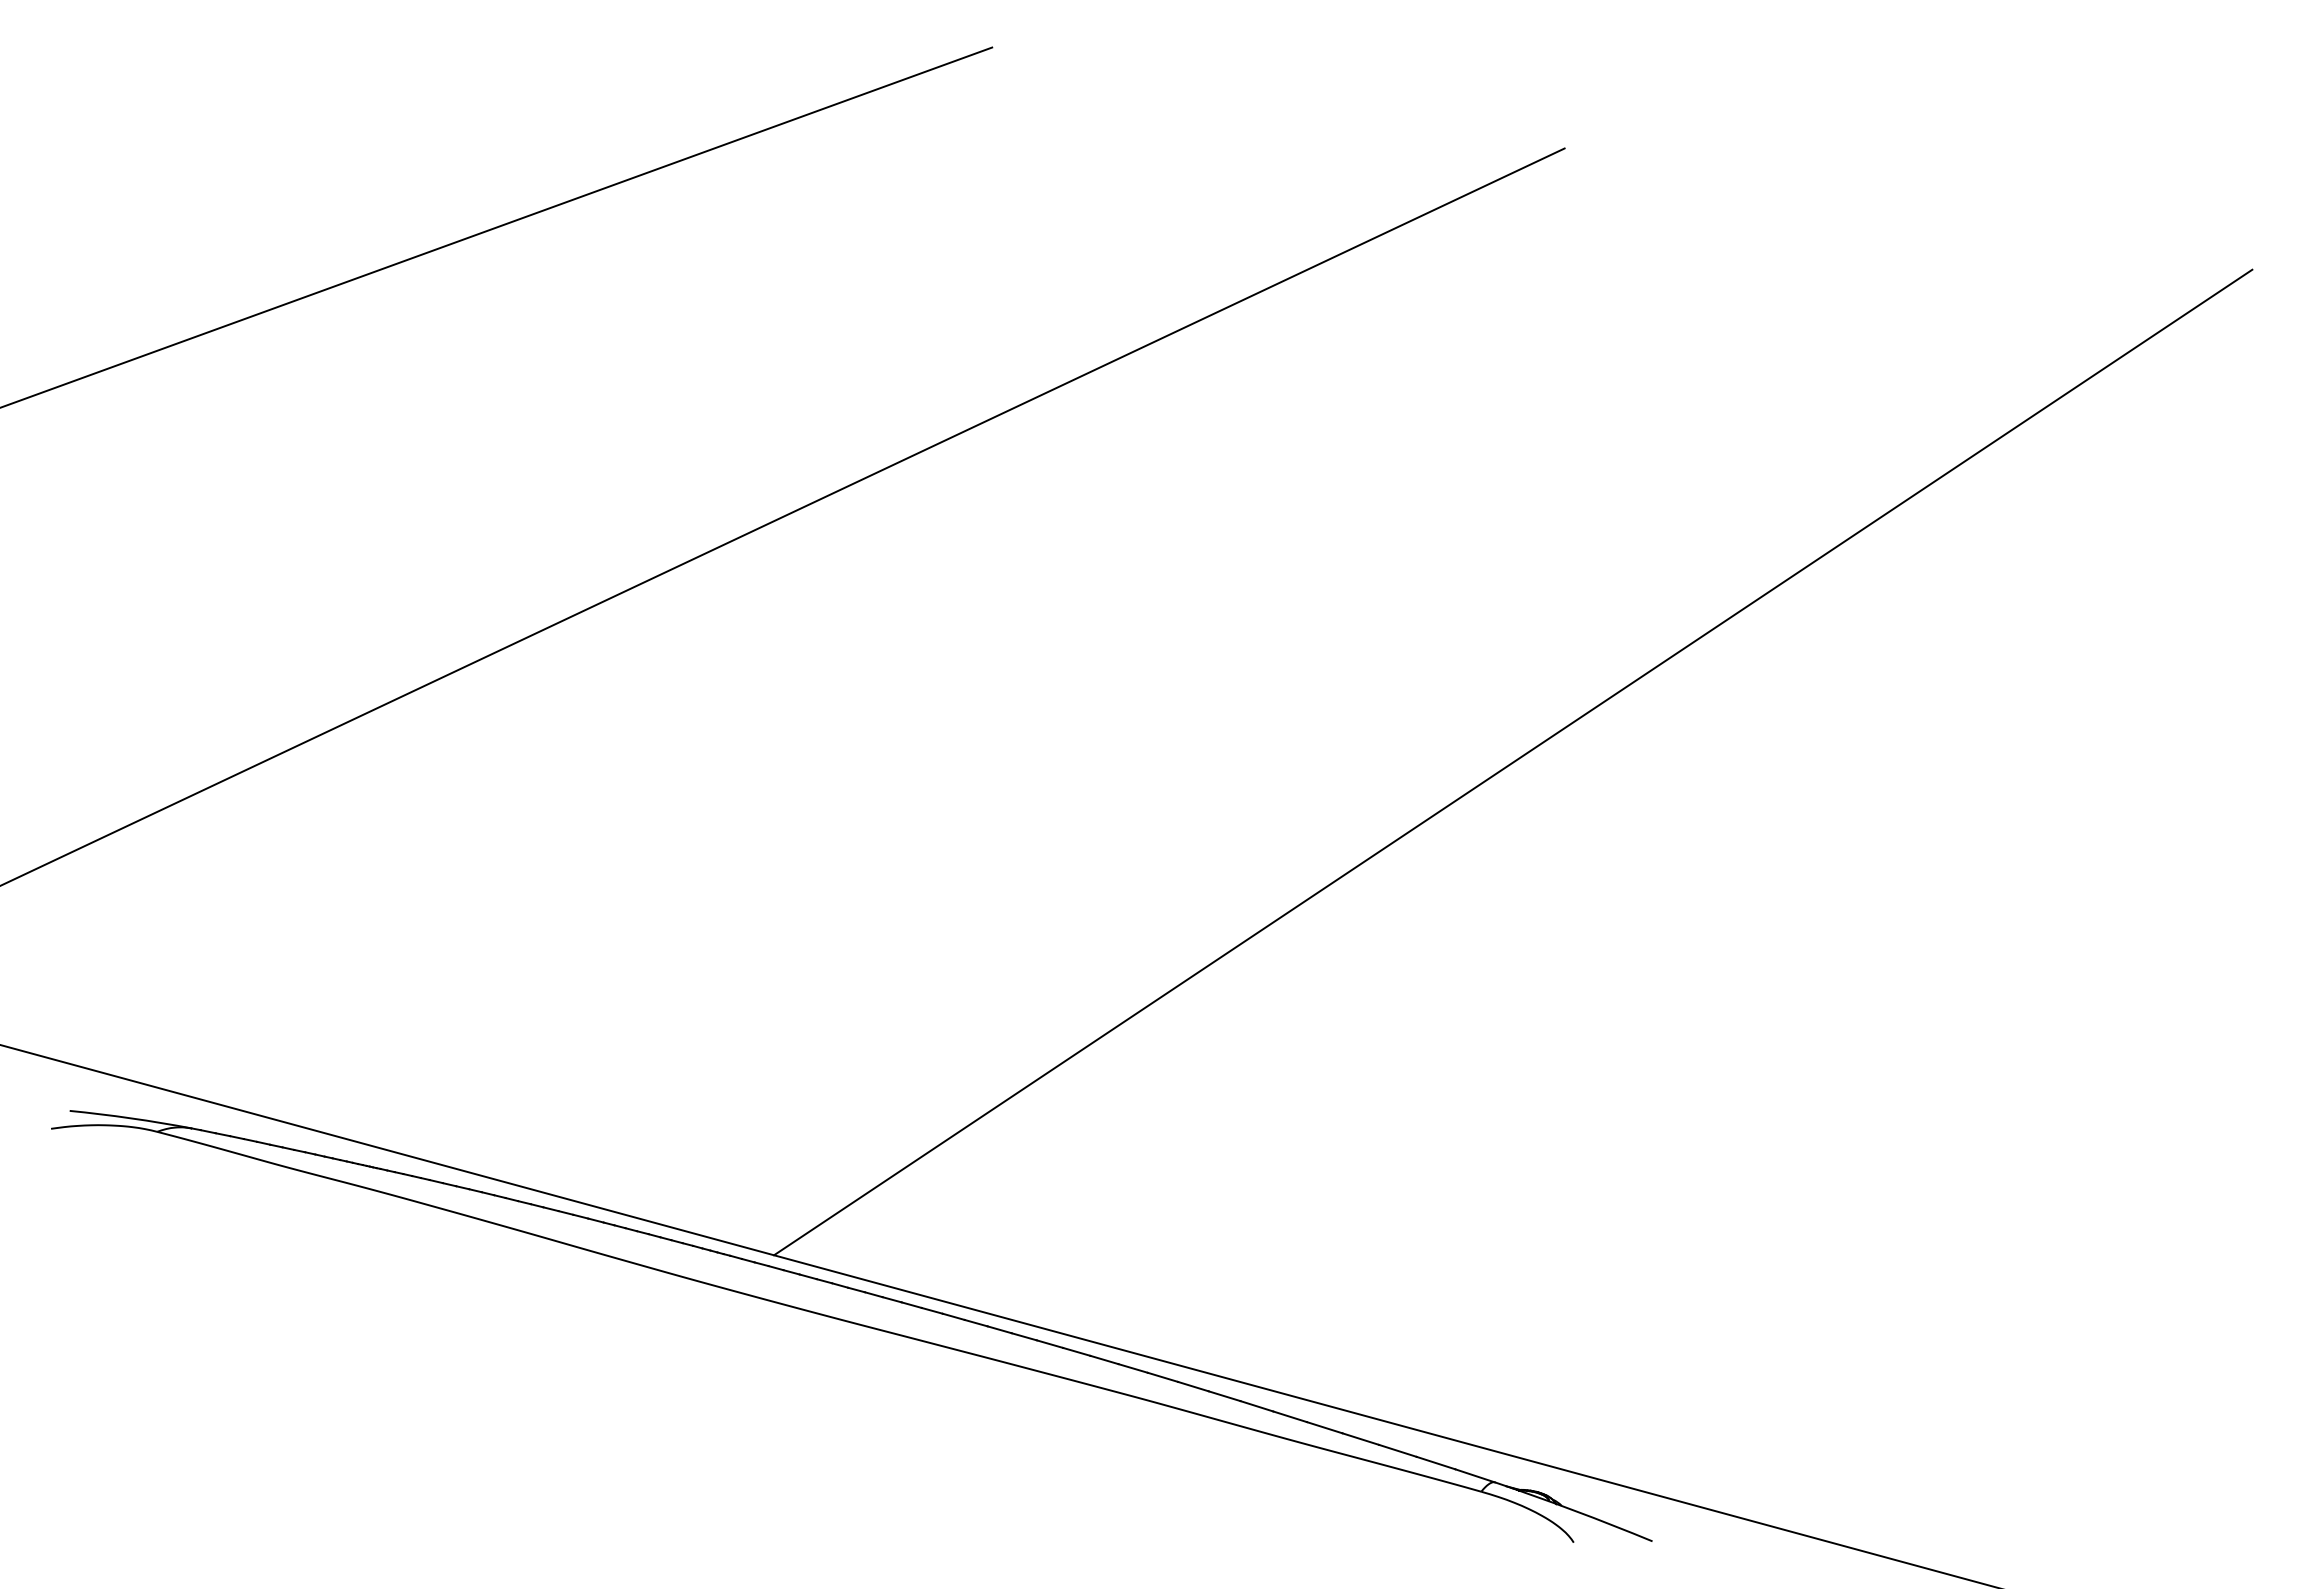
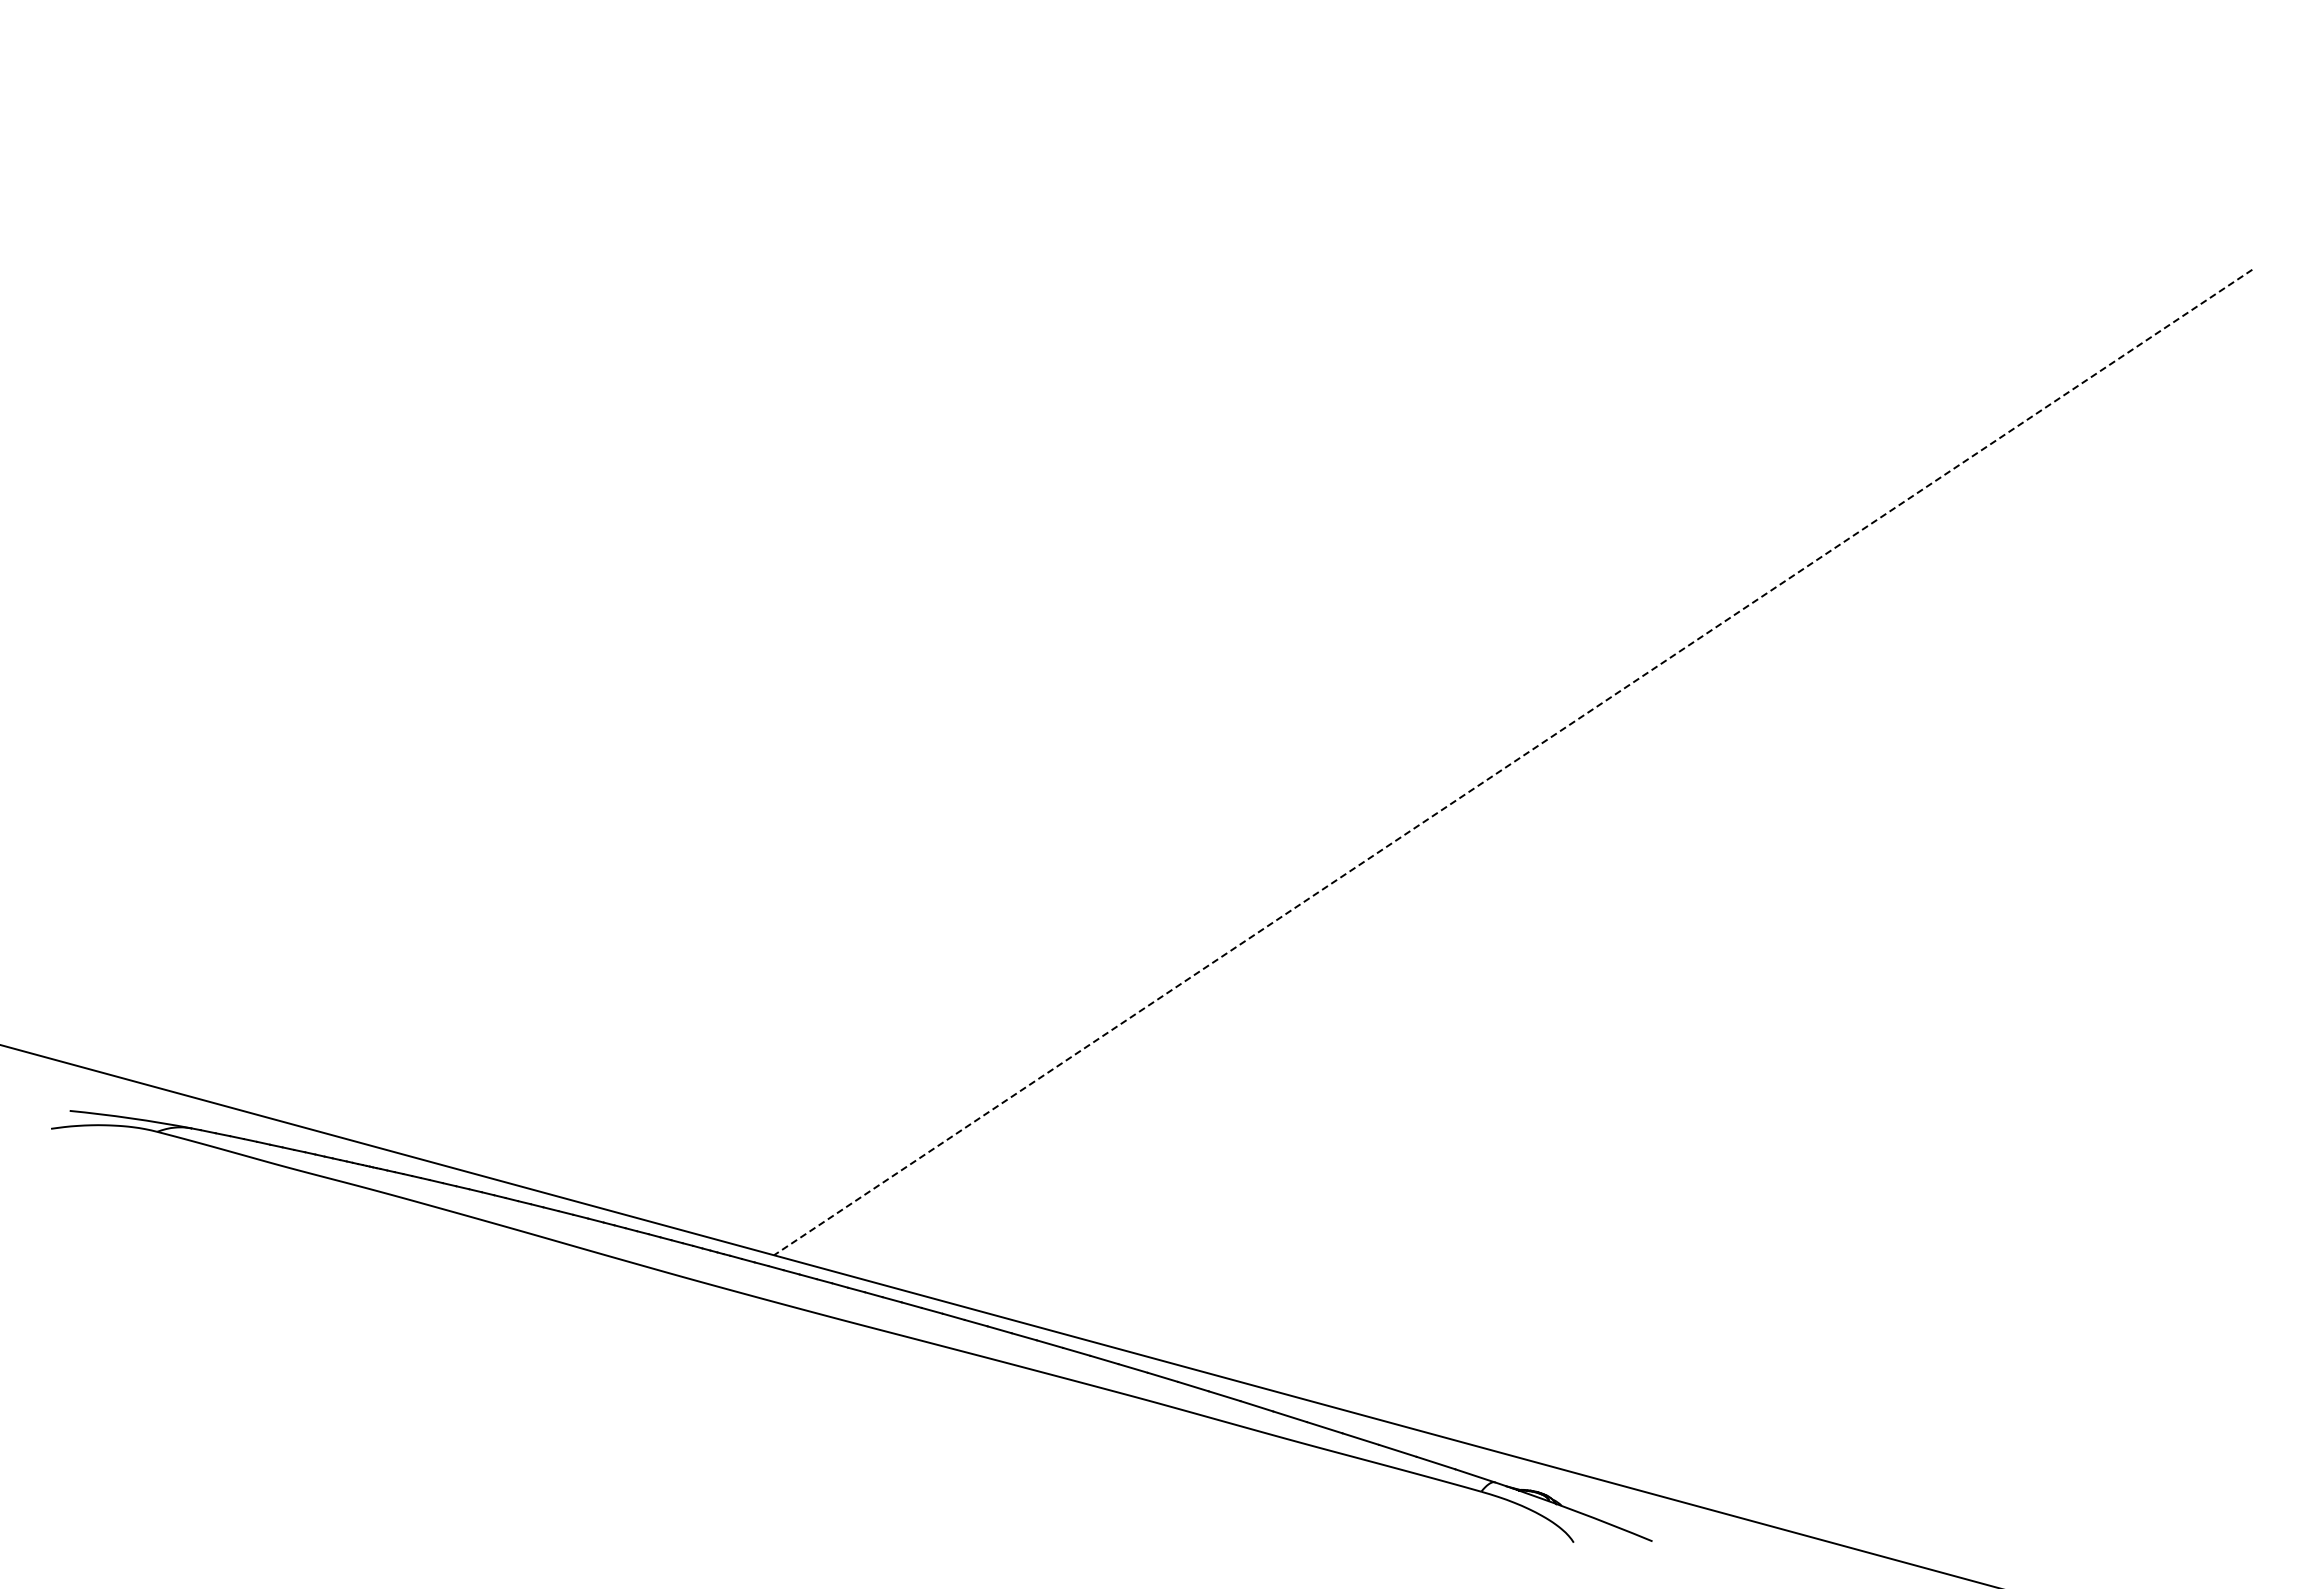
line at (497, 227): present -> none
line at (783, 516): present -> none
line at (1512, 762): solid -> dashed
